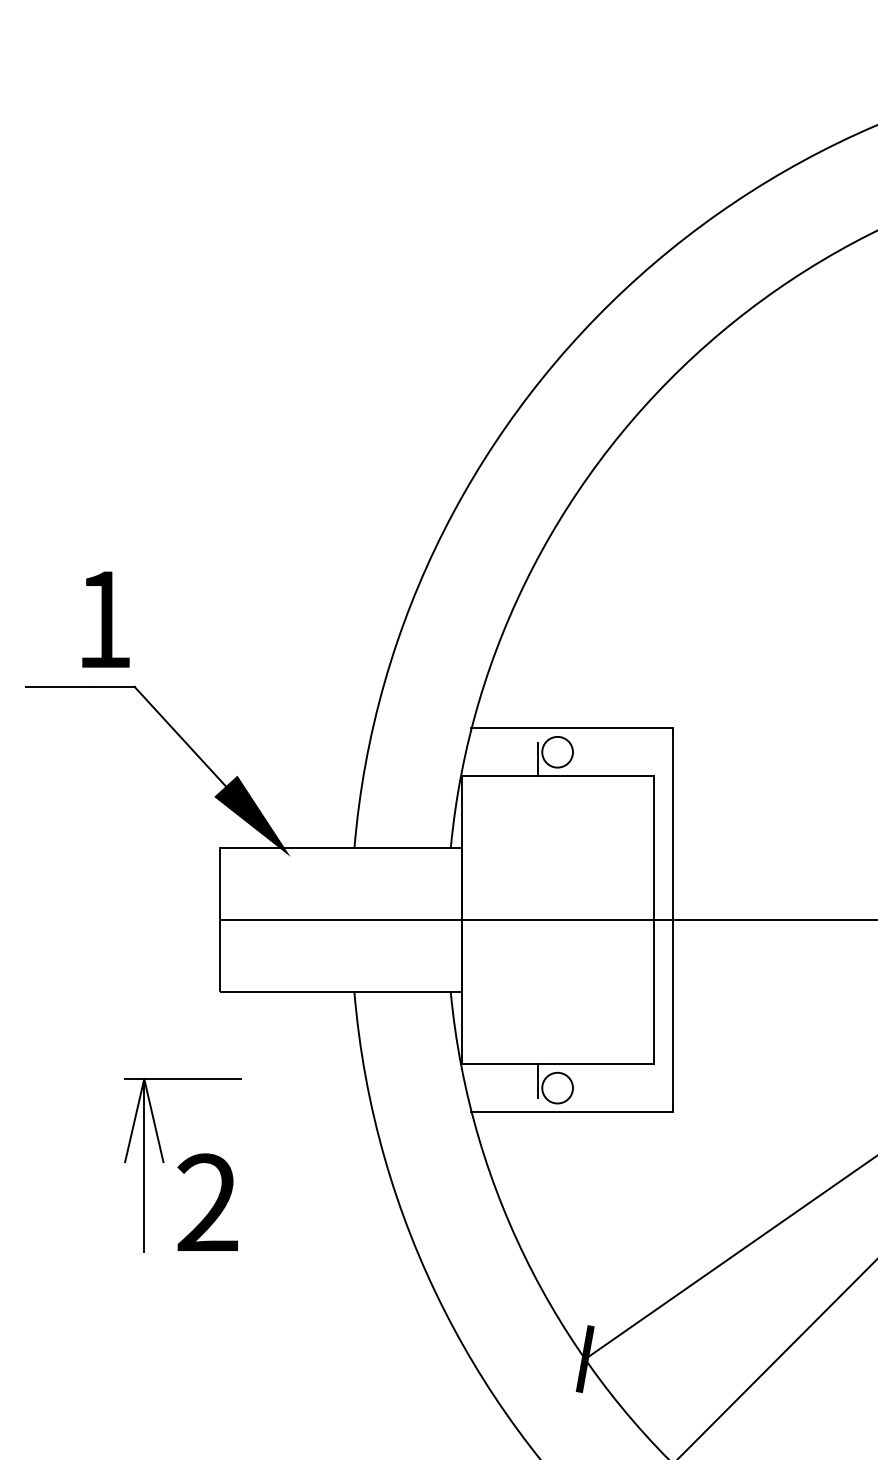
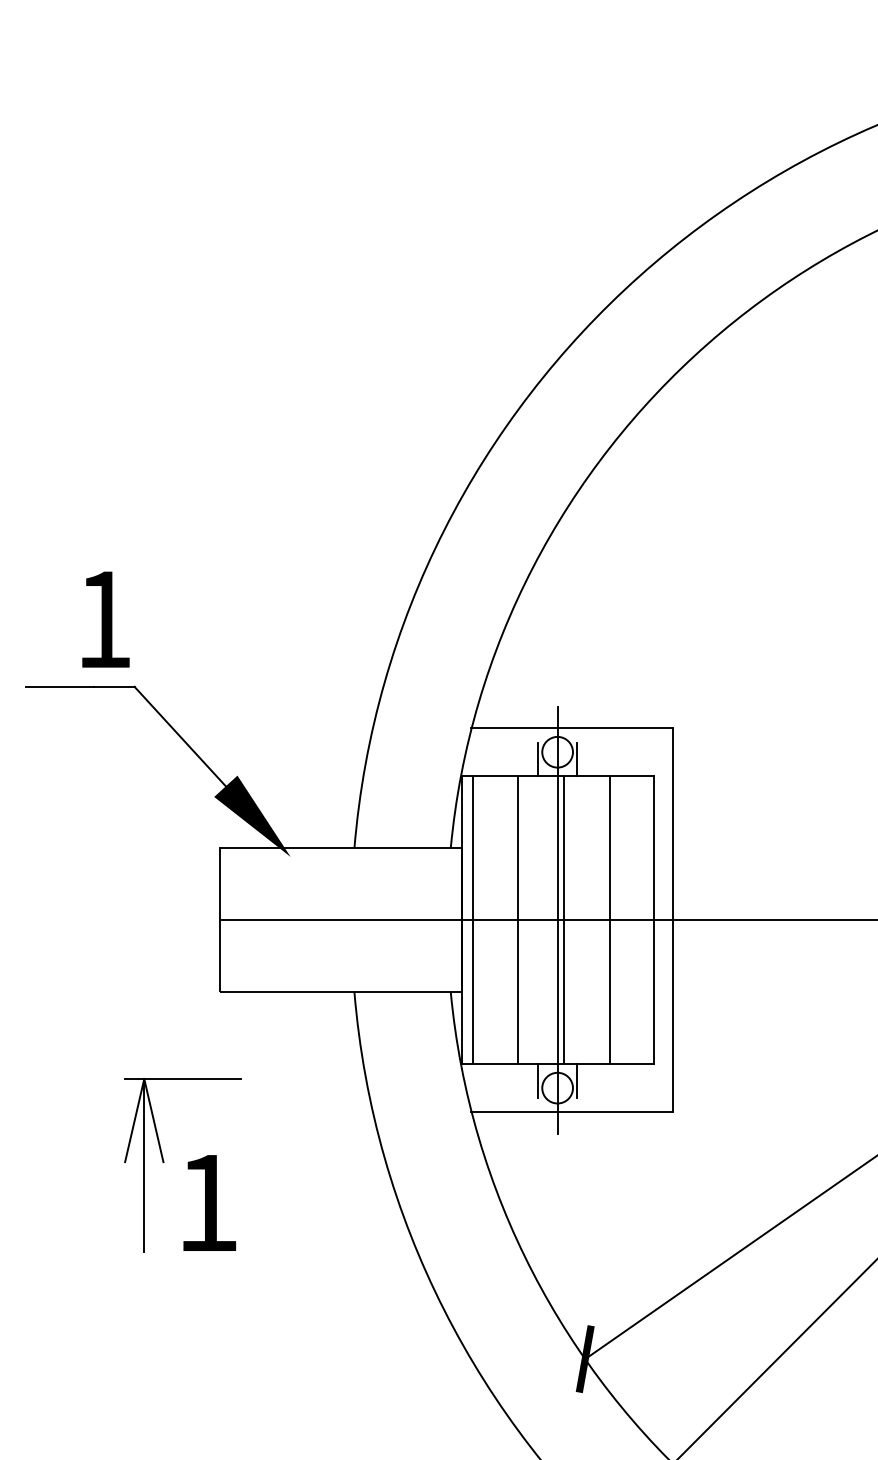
line at (576, 759): none -> present
line at (557, 919): none -> present
hatch at (540, 920): none -> present
line at (576, 1080): none -> present
text at (207, 1201): 2 -> 1
